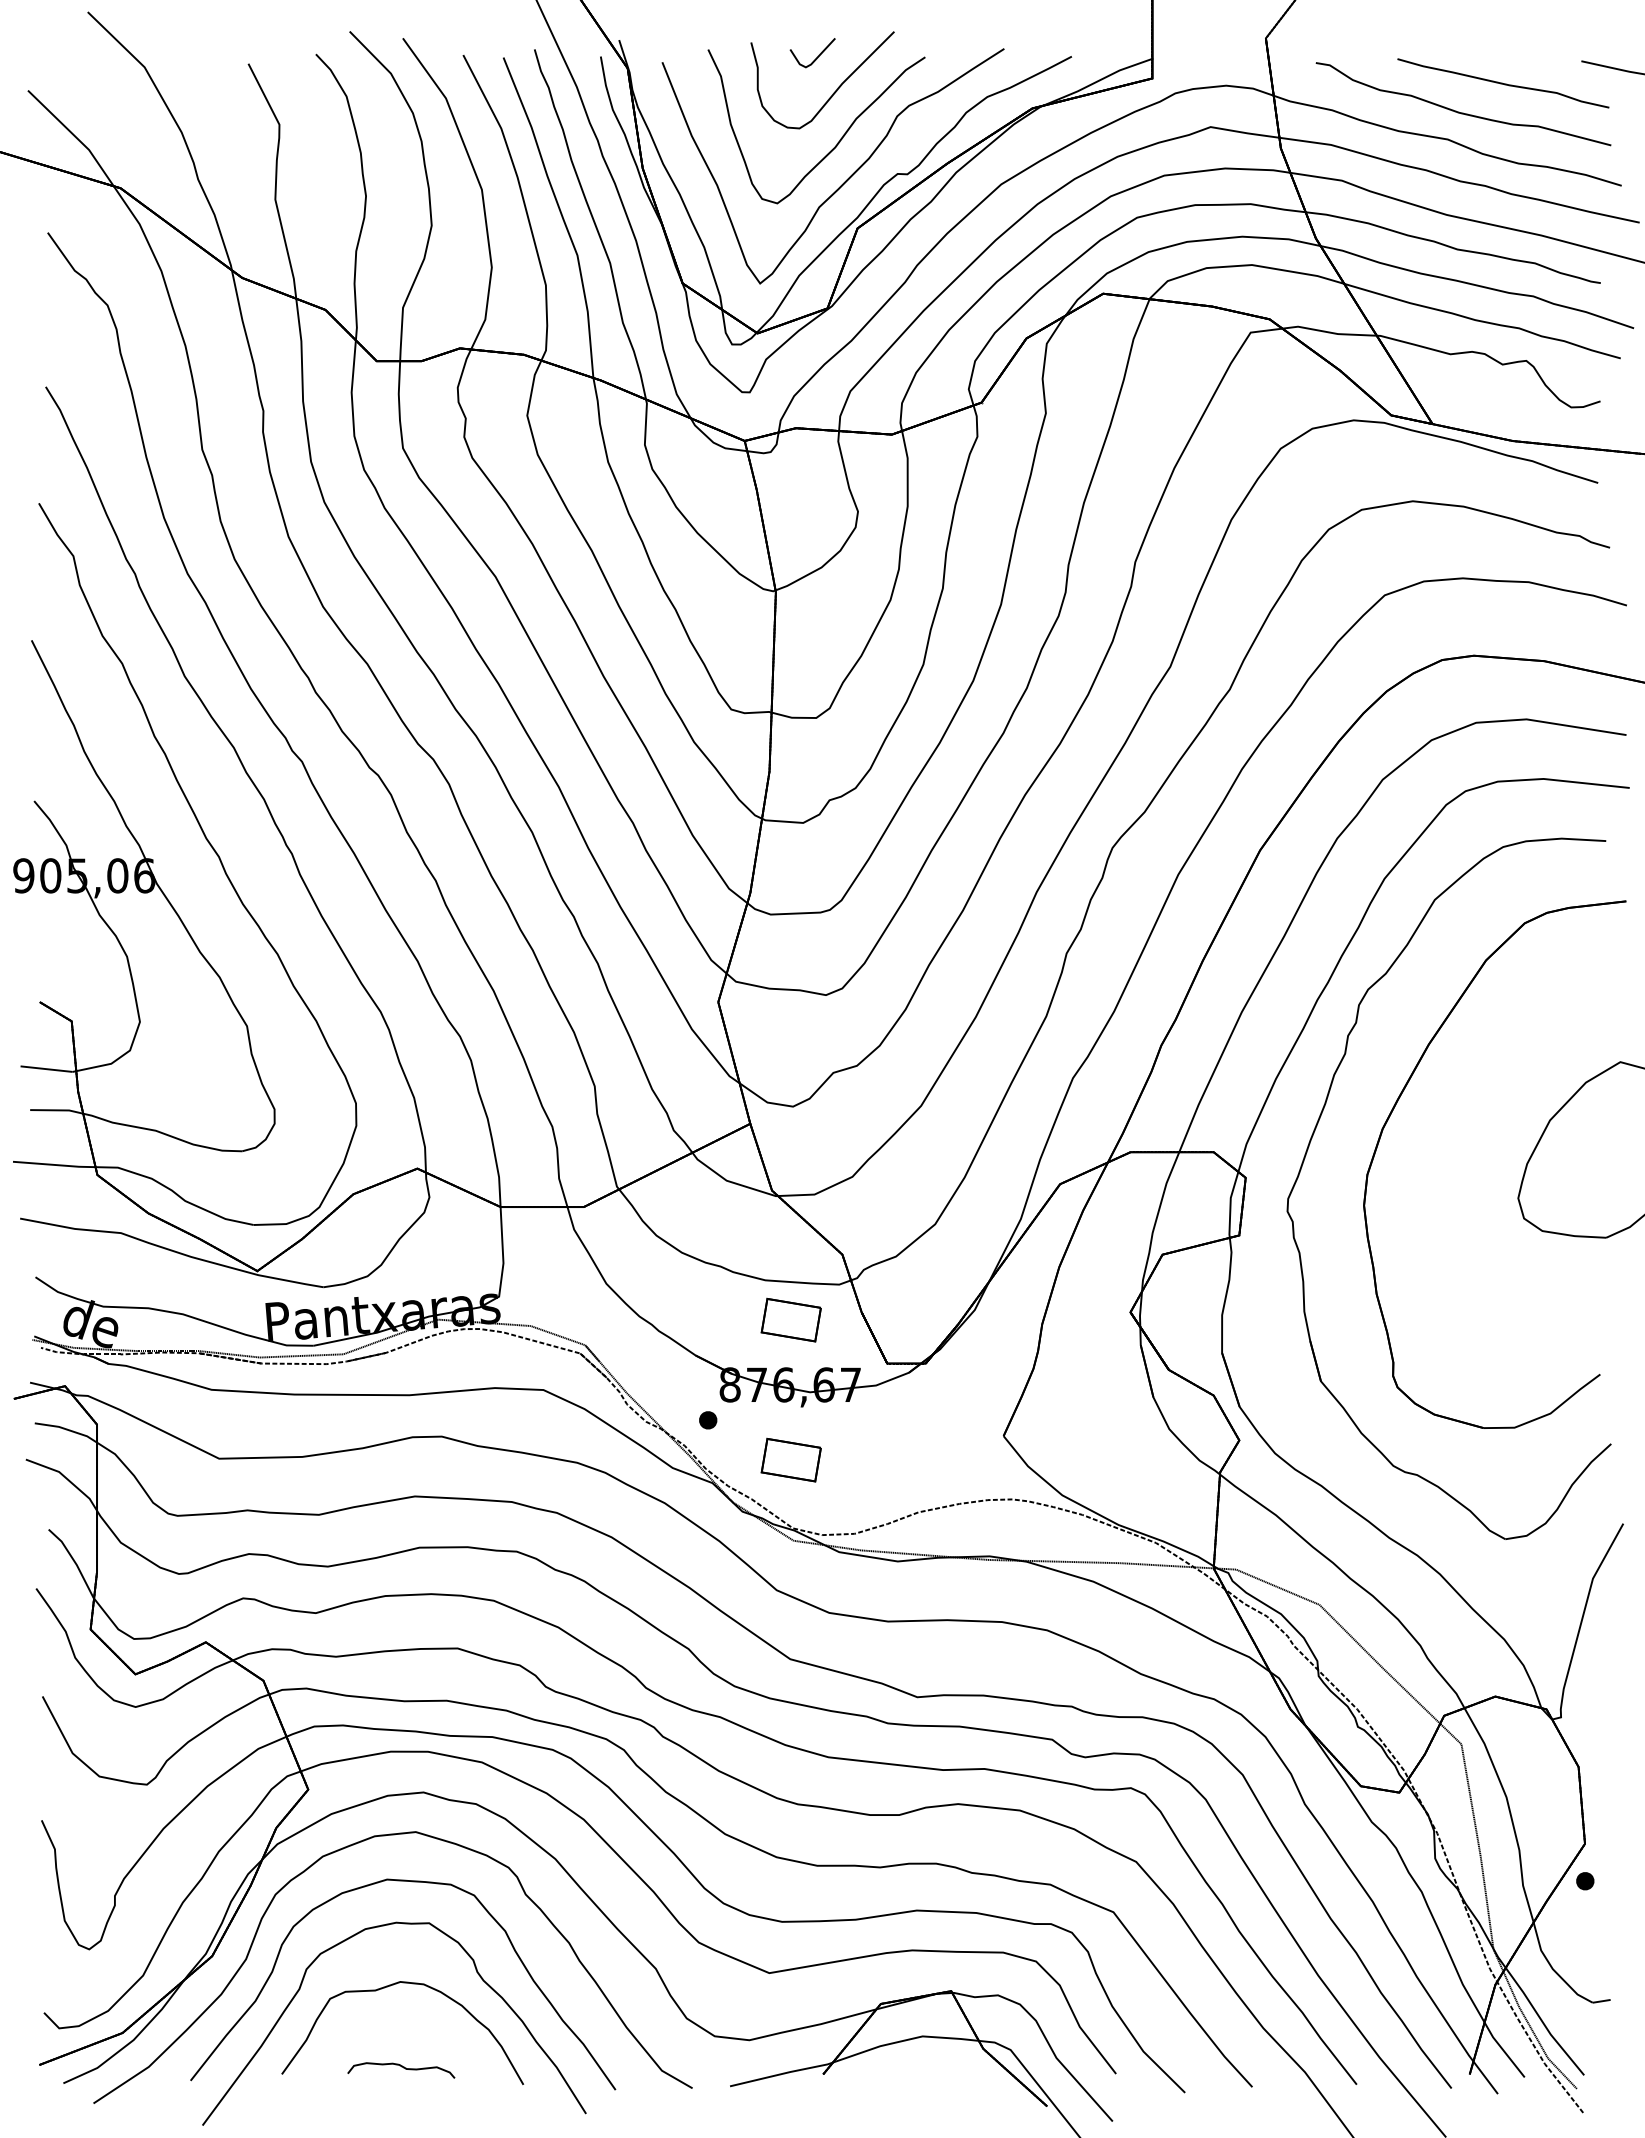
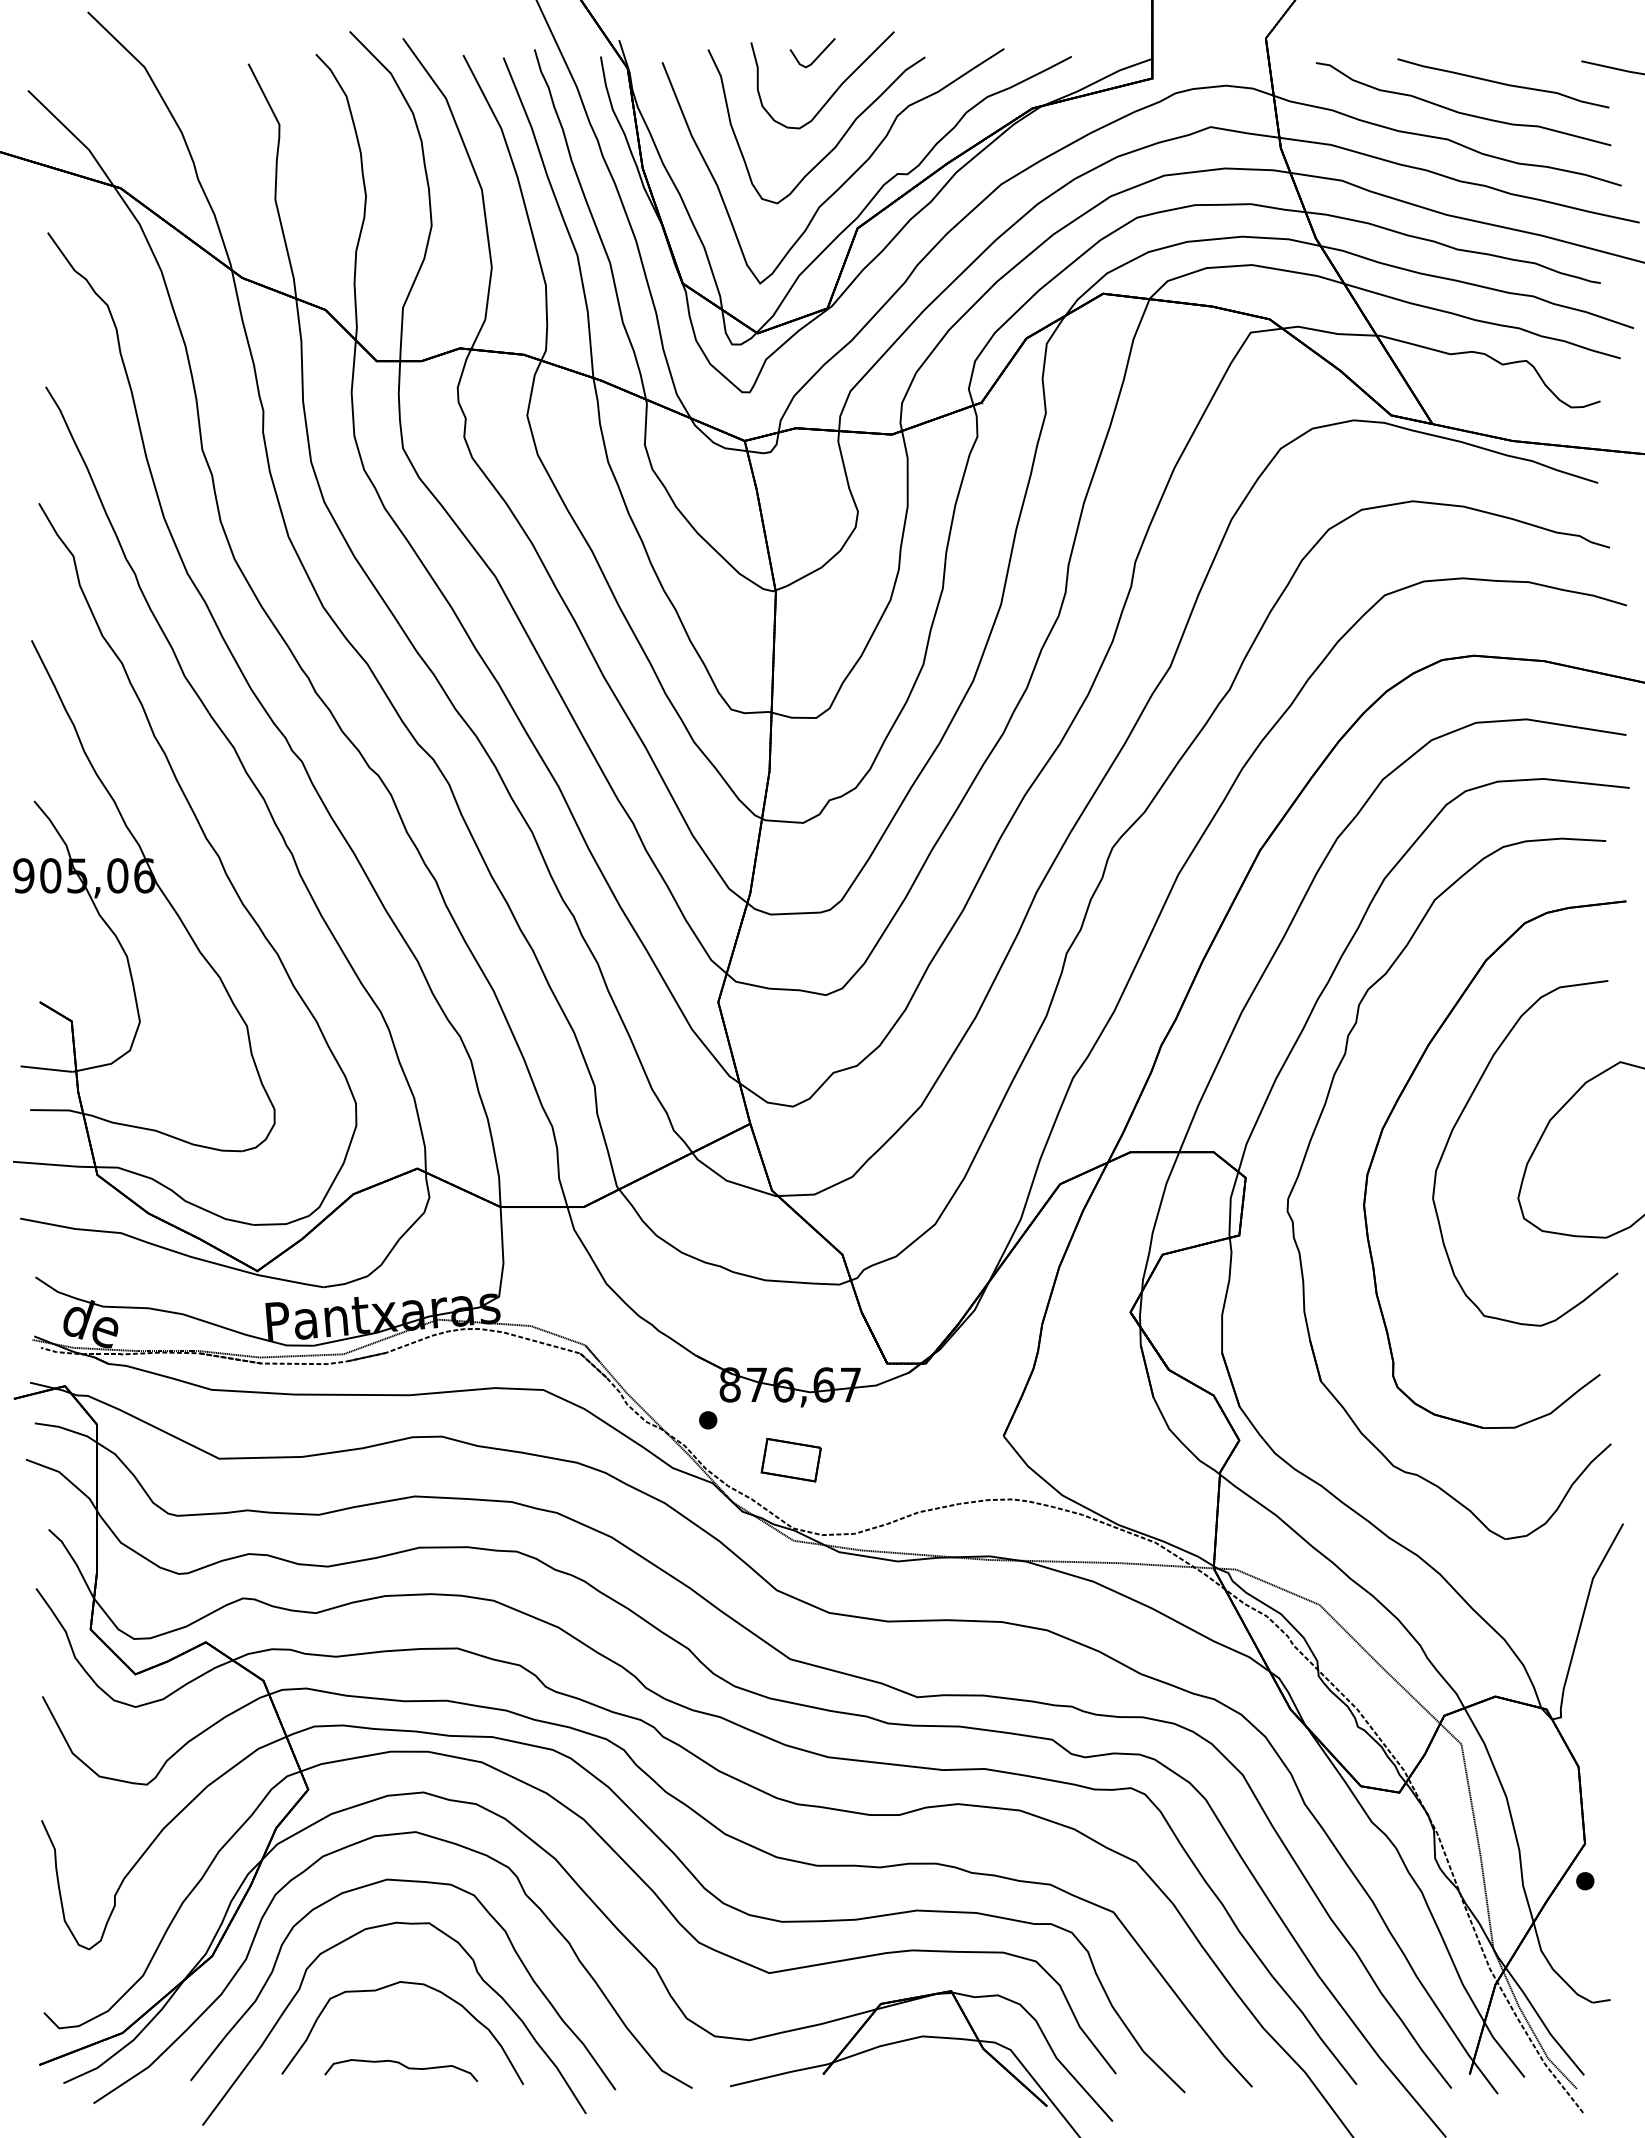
part at (1459, 1119): none -> present
part at (790, 1319): present -> none
part at (401, 2070) size: 109x17 px -> 155x23 px
